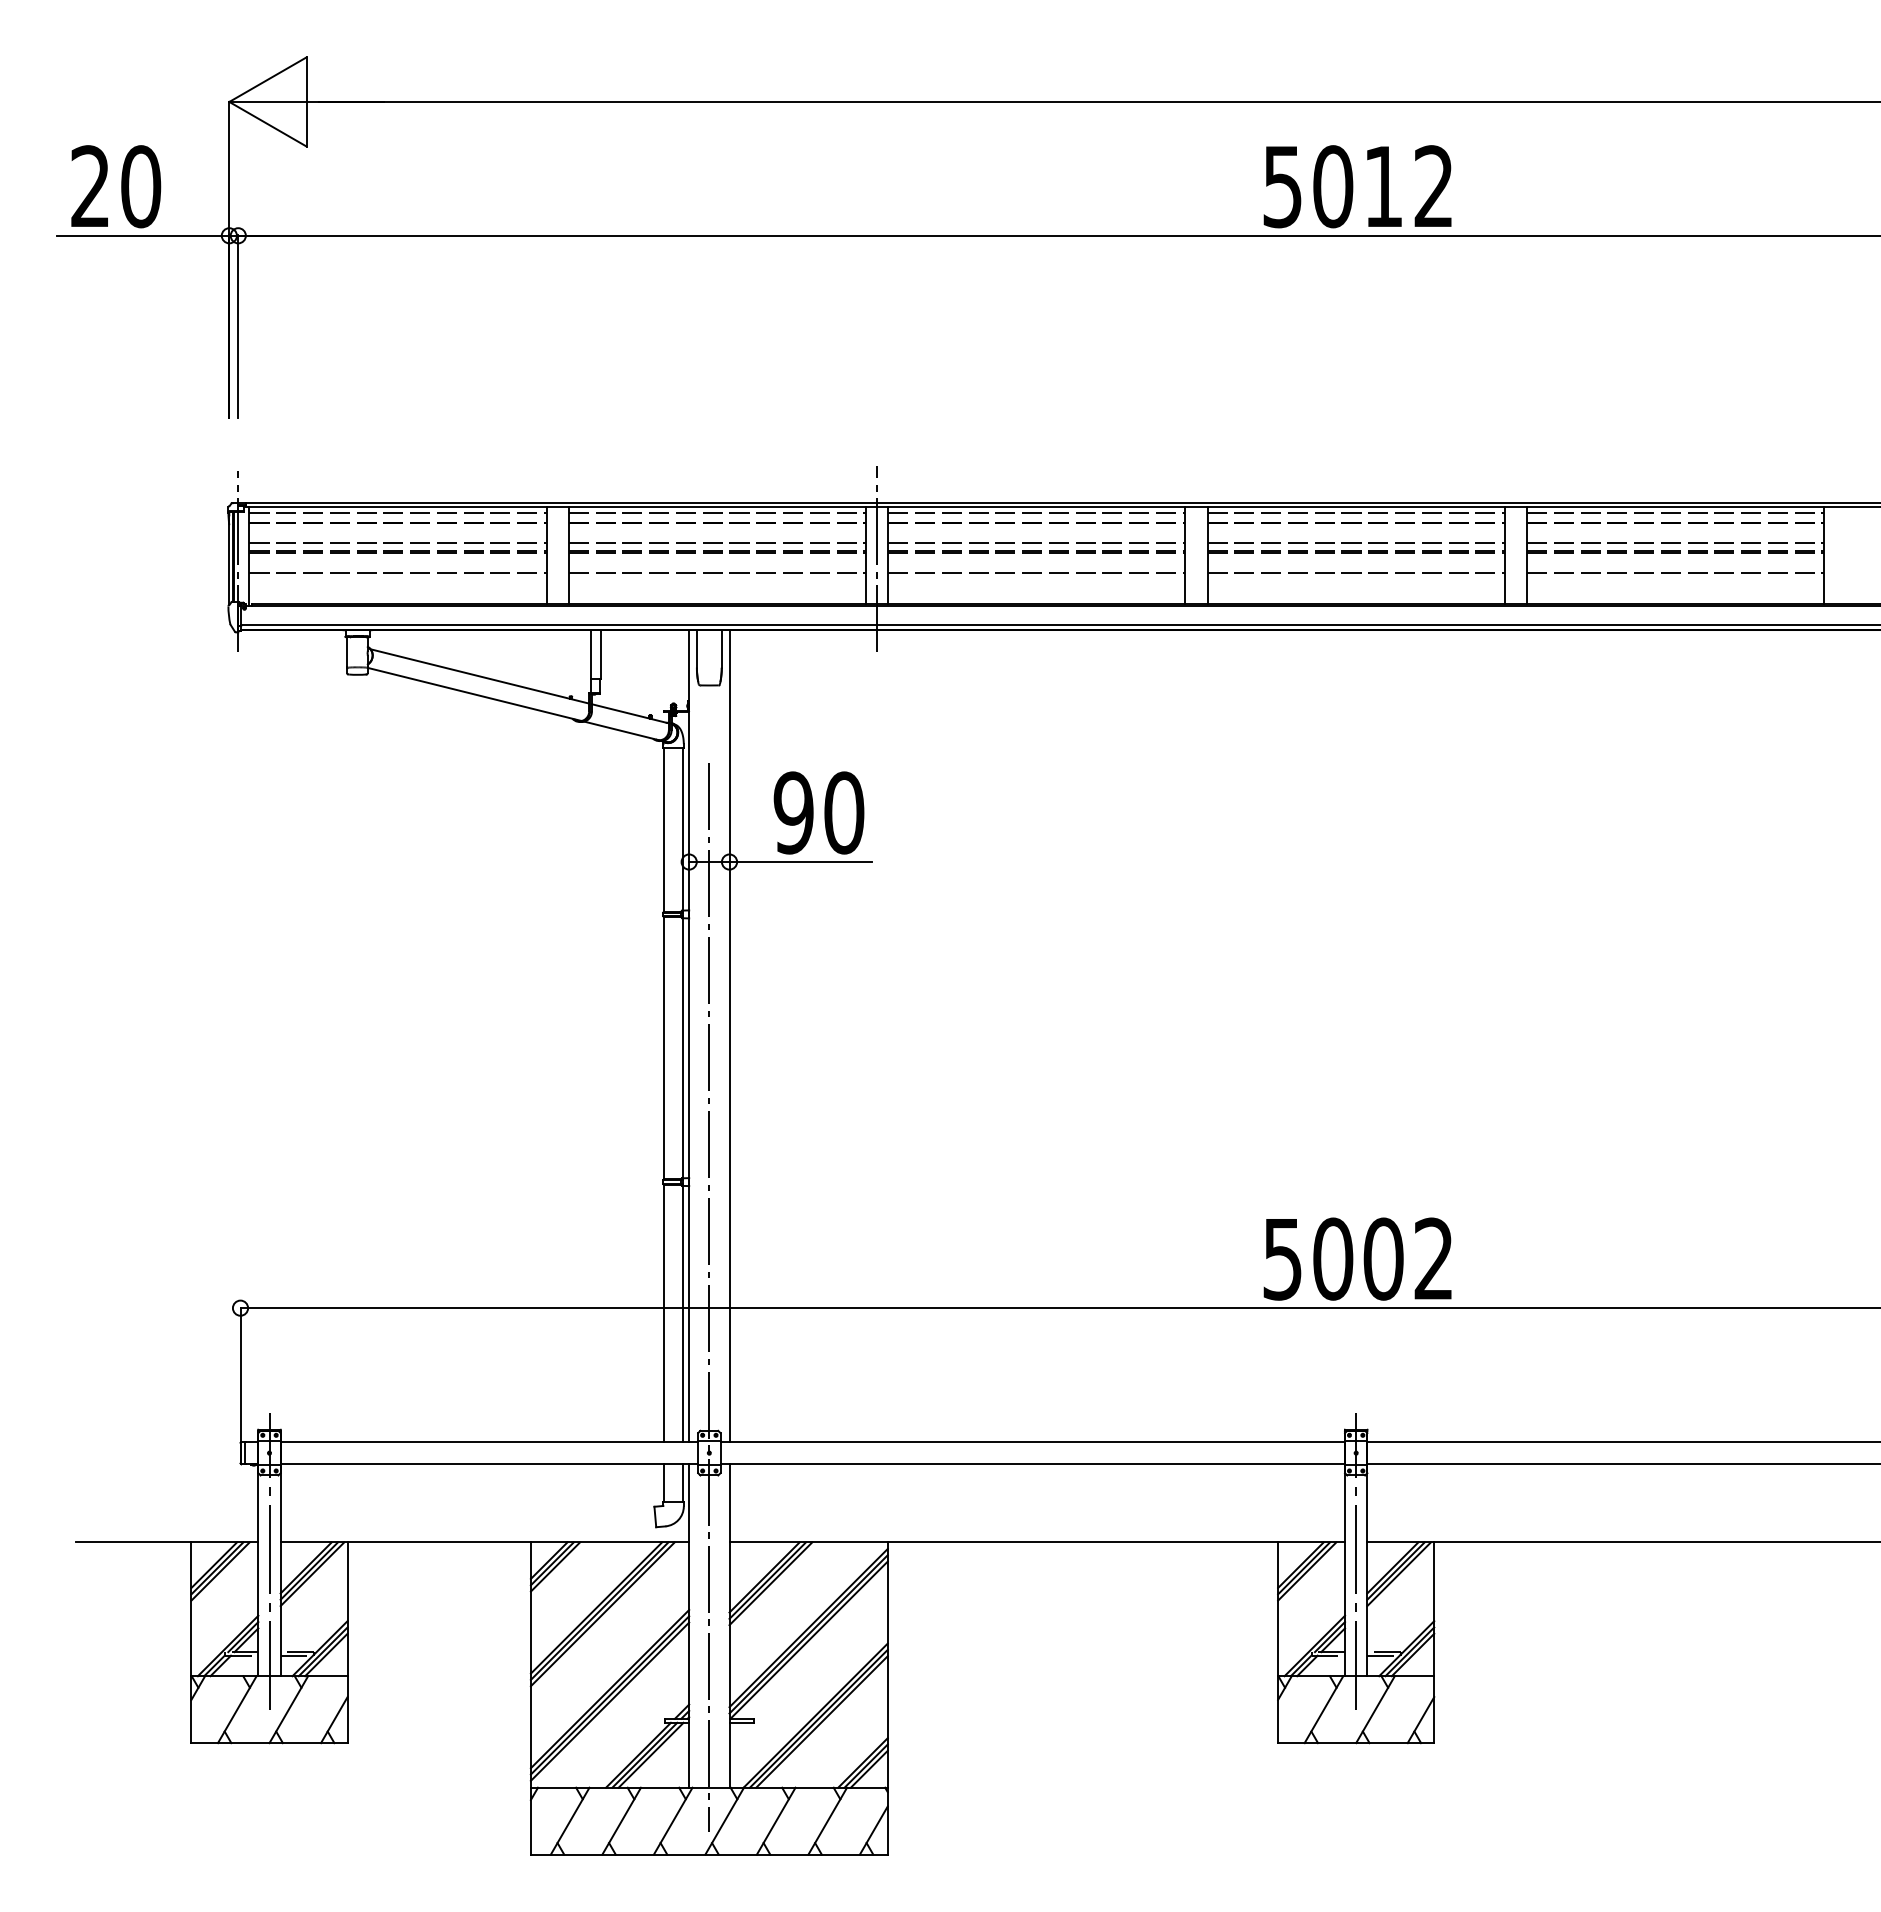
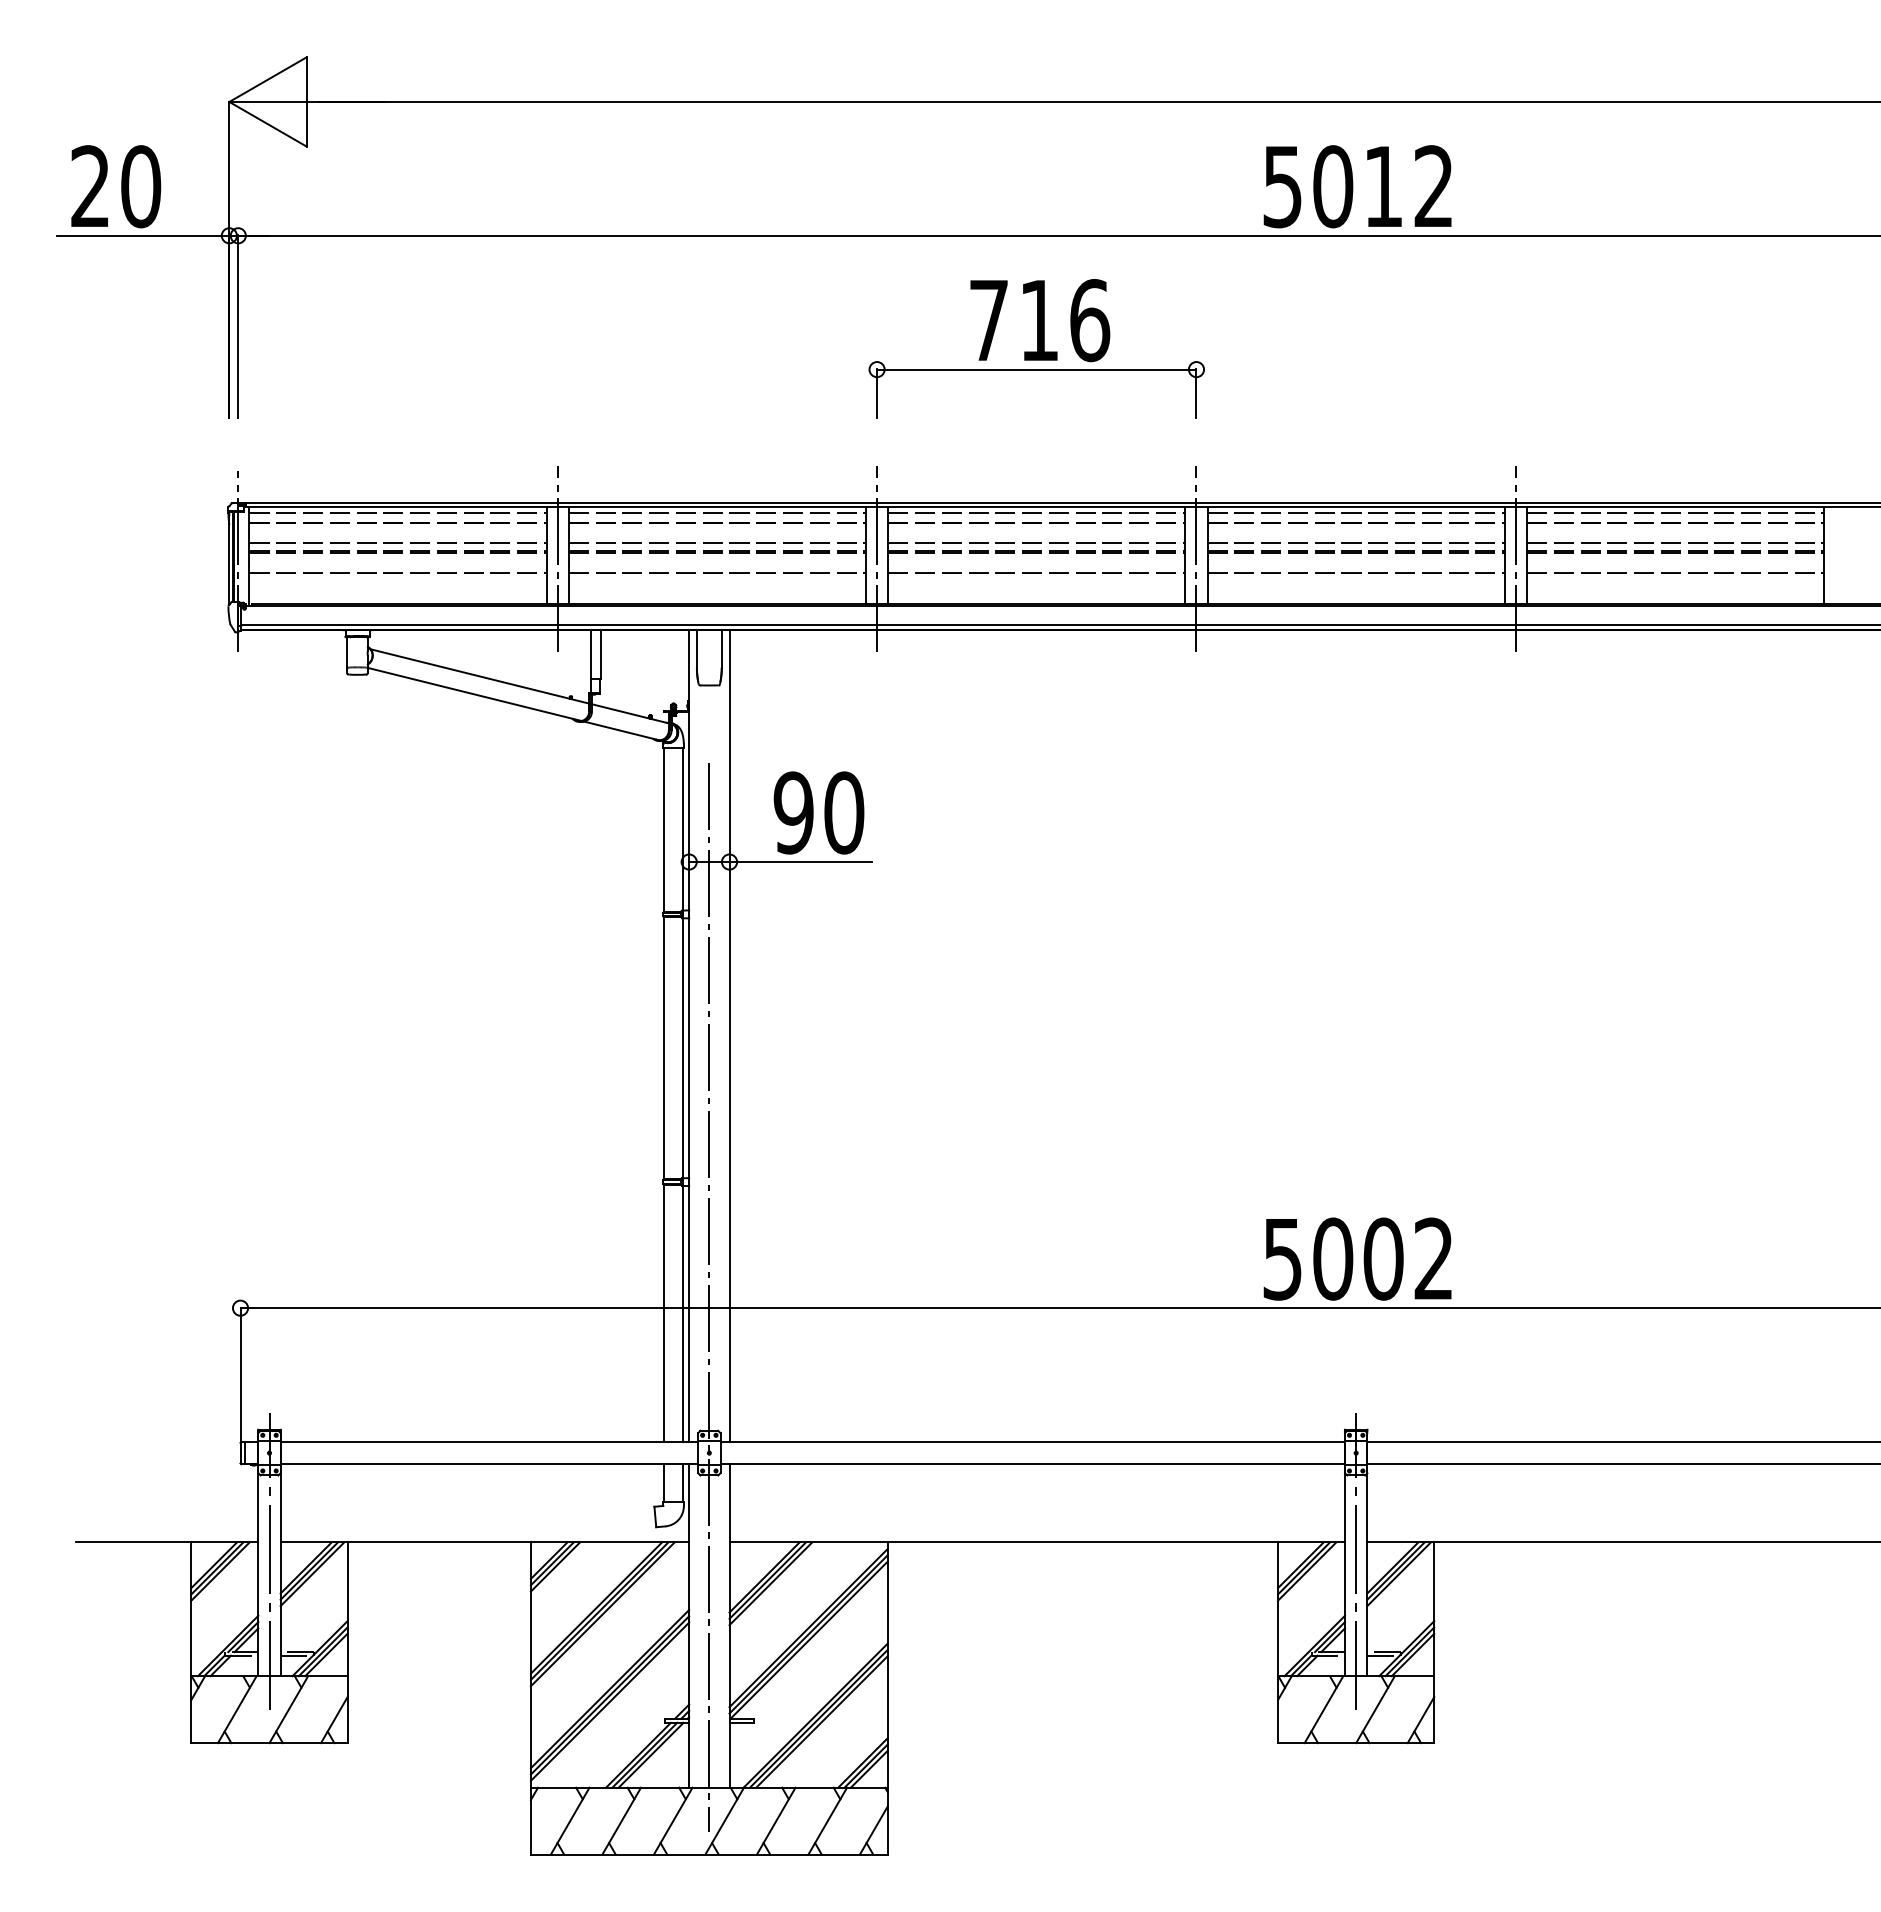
part at (1036, 348): none -> present
line at (557, 559): none -> present
line at (1196, 559): none -> present
line at (1515, 559): none -> present
